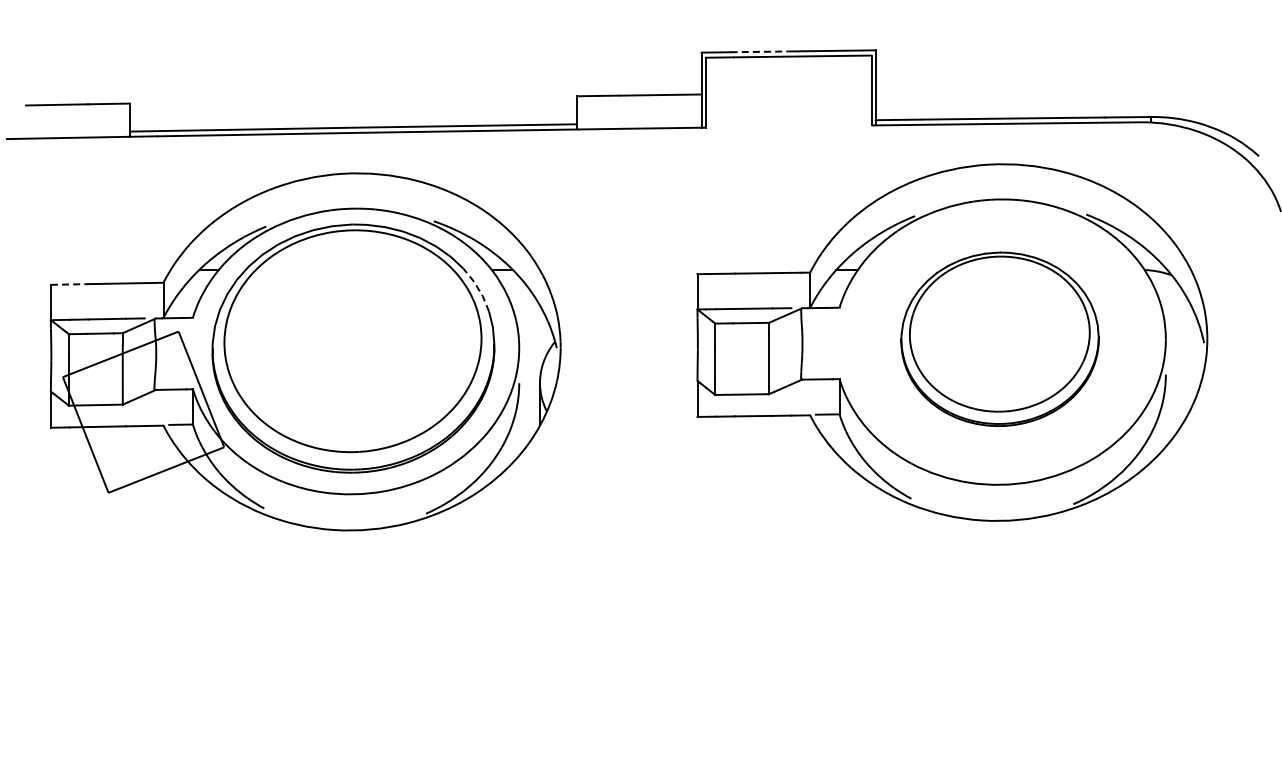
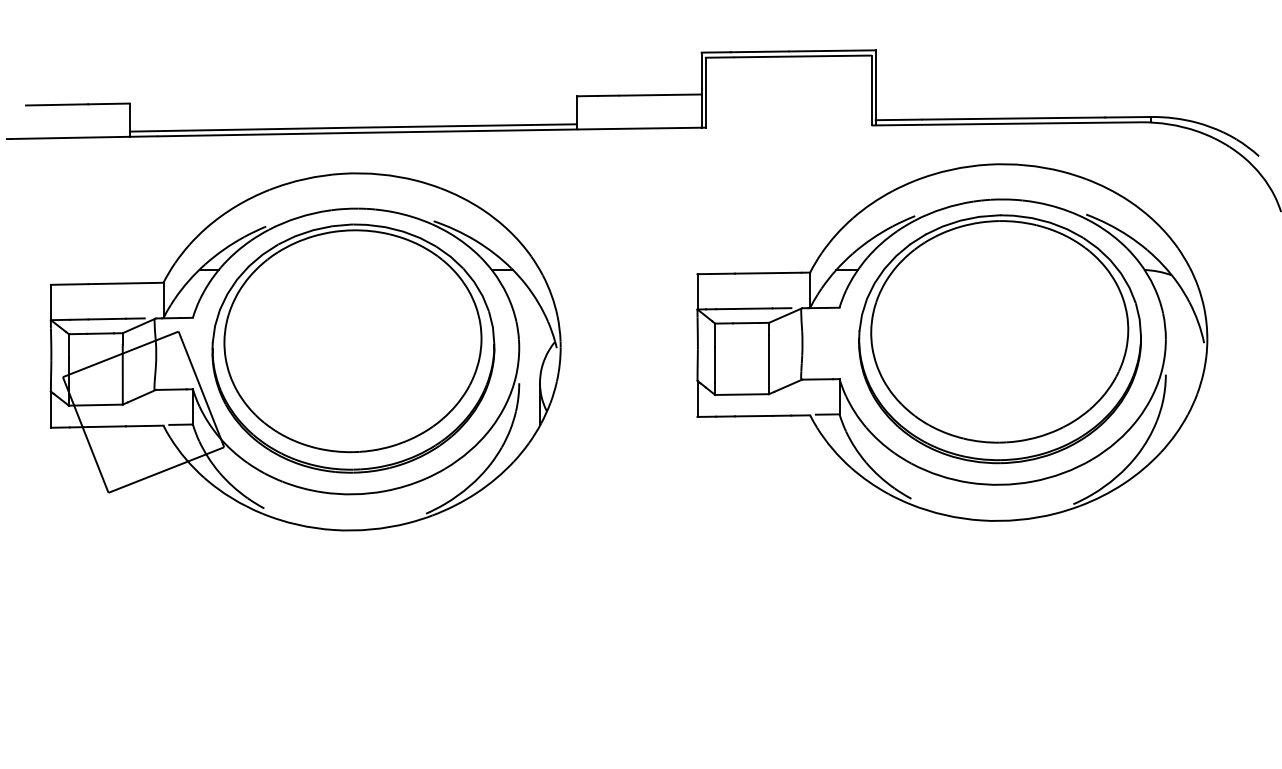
line at (759, 51): dashed -> solid
line at (69, 284): dashed -> solid
line at (478, 288): dashed -> solid
part at (999, 338) size: 200x176 px -> 284x251 px
